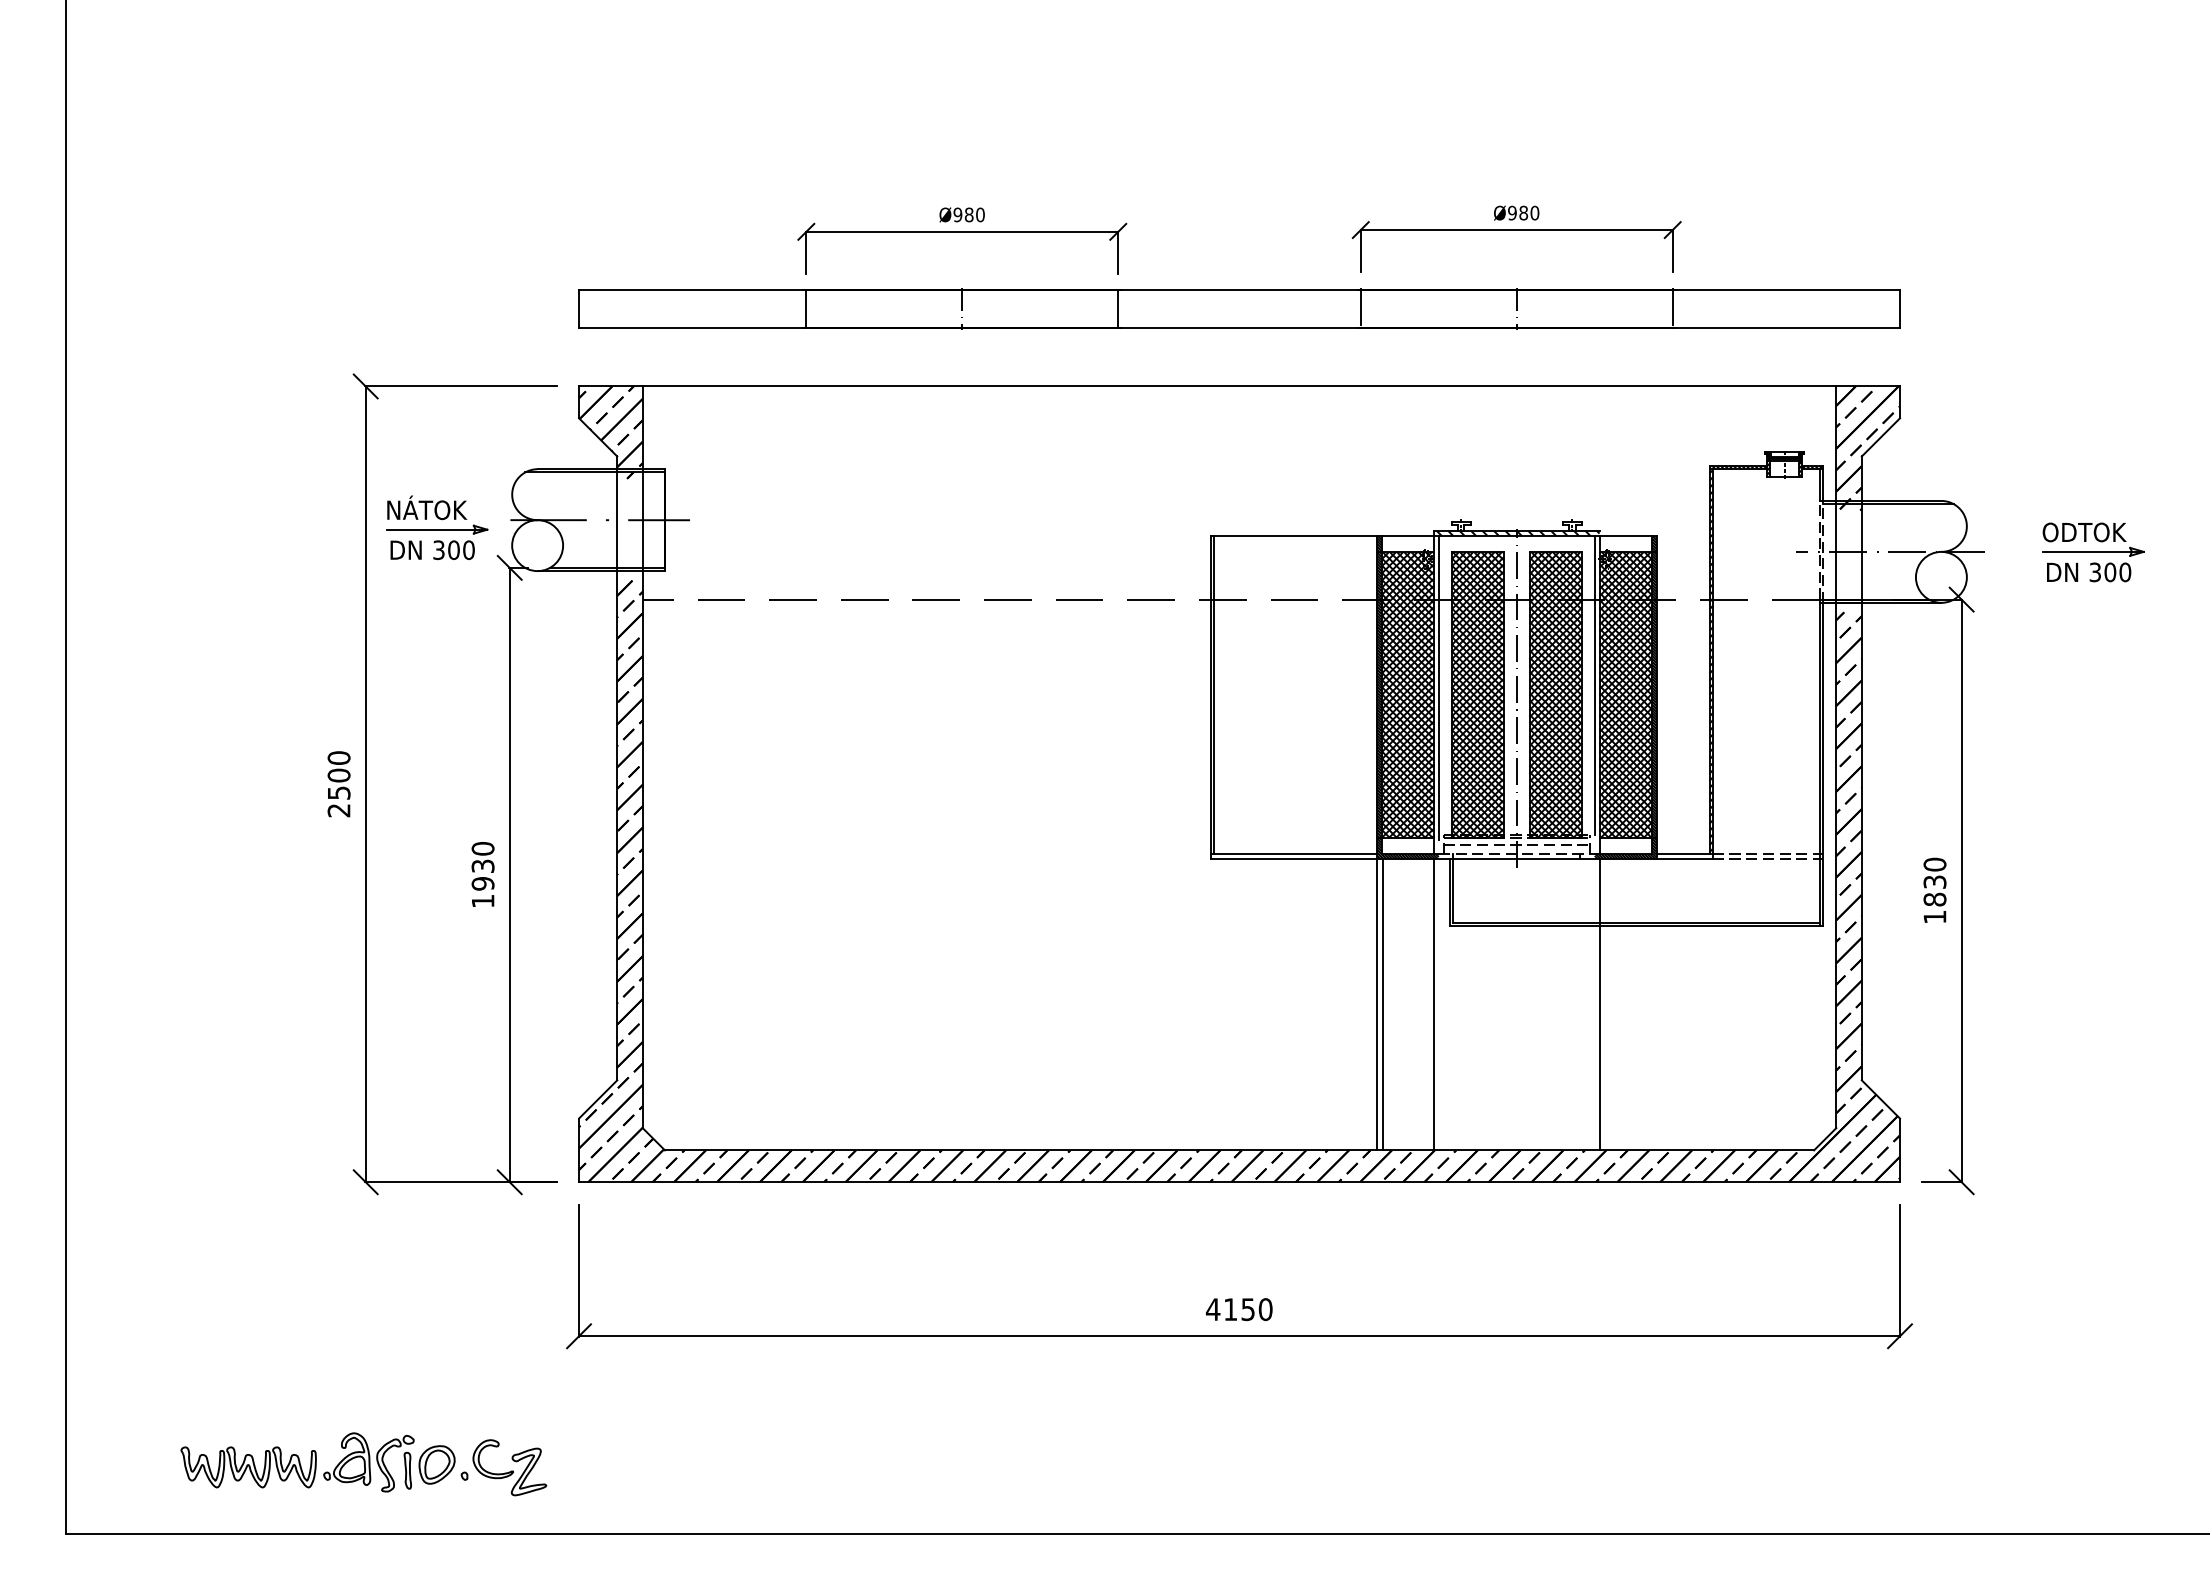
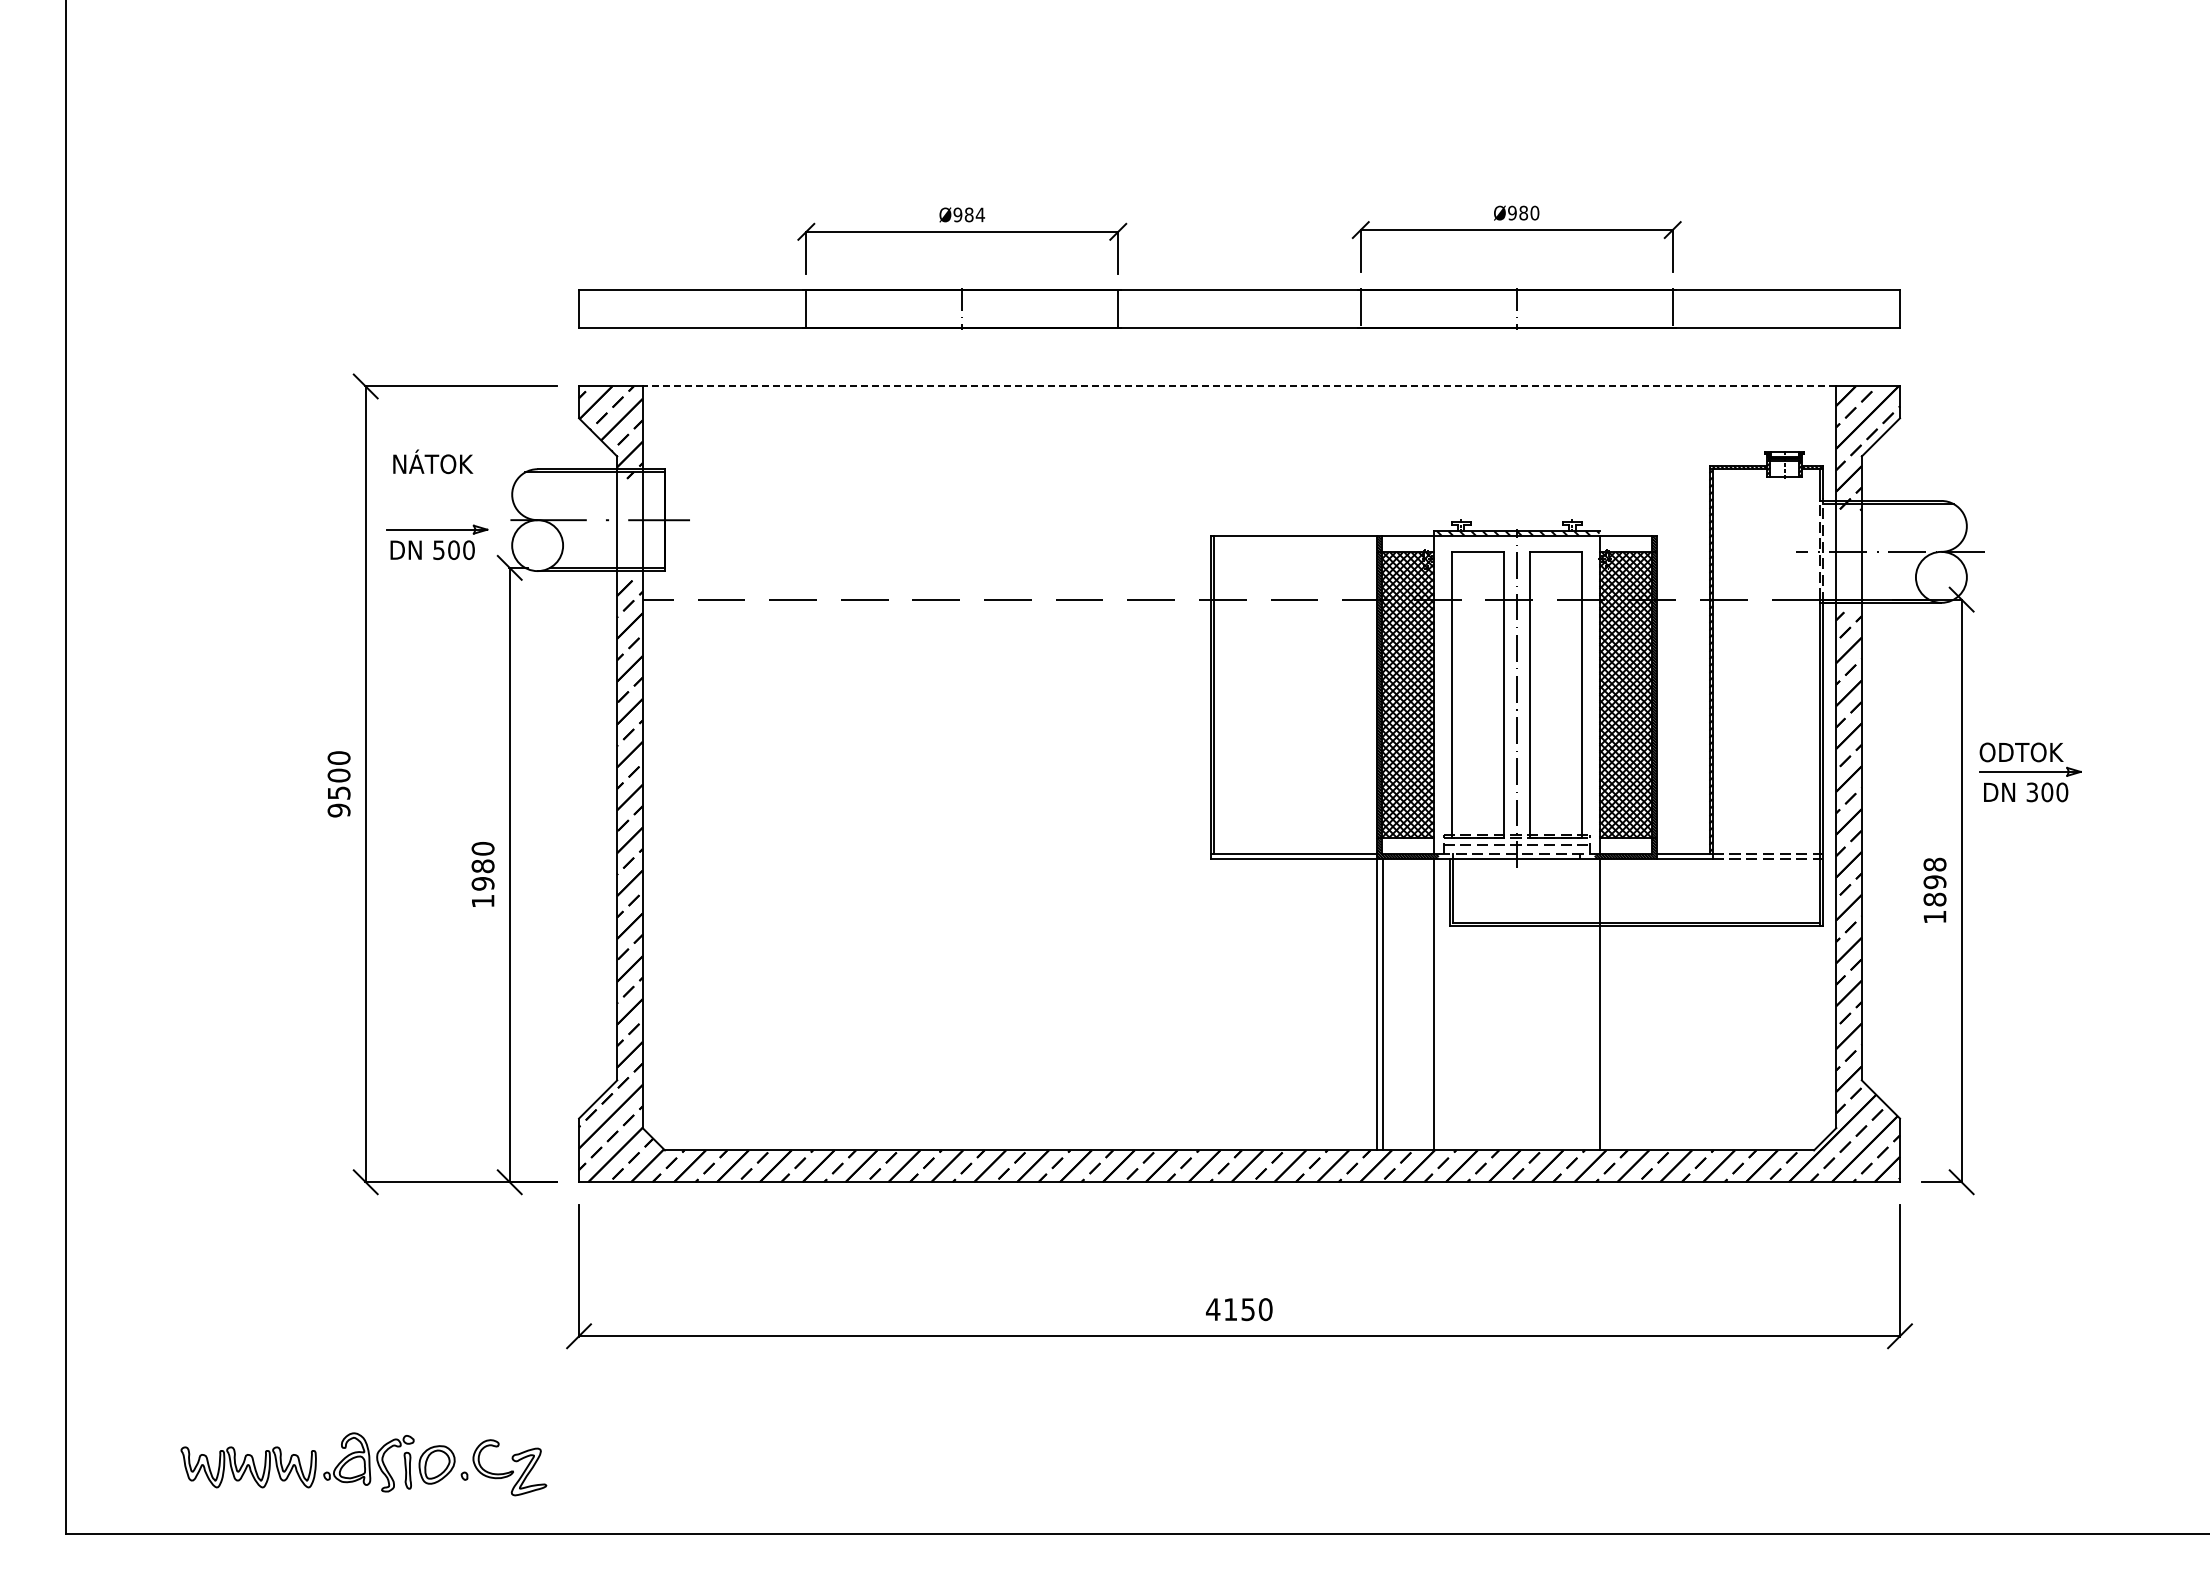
text at (980, 214): Ø980 -> Ø984
line at (1239, 386): solid -> dashed
text at (427, 507) position: (427, 507) -> (433, 461)
text at (438, 549): 300 -> 500
part at (2093, 552) position: (2093, 552) -> (2030, 772)
line at (1594, 685): present -> none
line at (1438, 687): present -> none
hatch at (1477, 694): present -> none
hatch at (1555, 694): present -> none
text at (338, 810): 2500 -> 9500
text at (482, 866): 1930 -> 1980
text at (1934, 873): 1830 -> 1898
